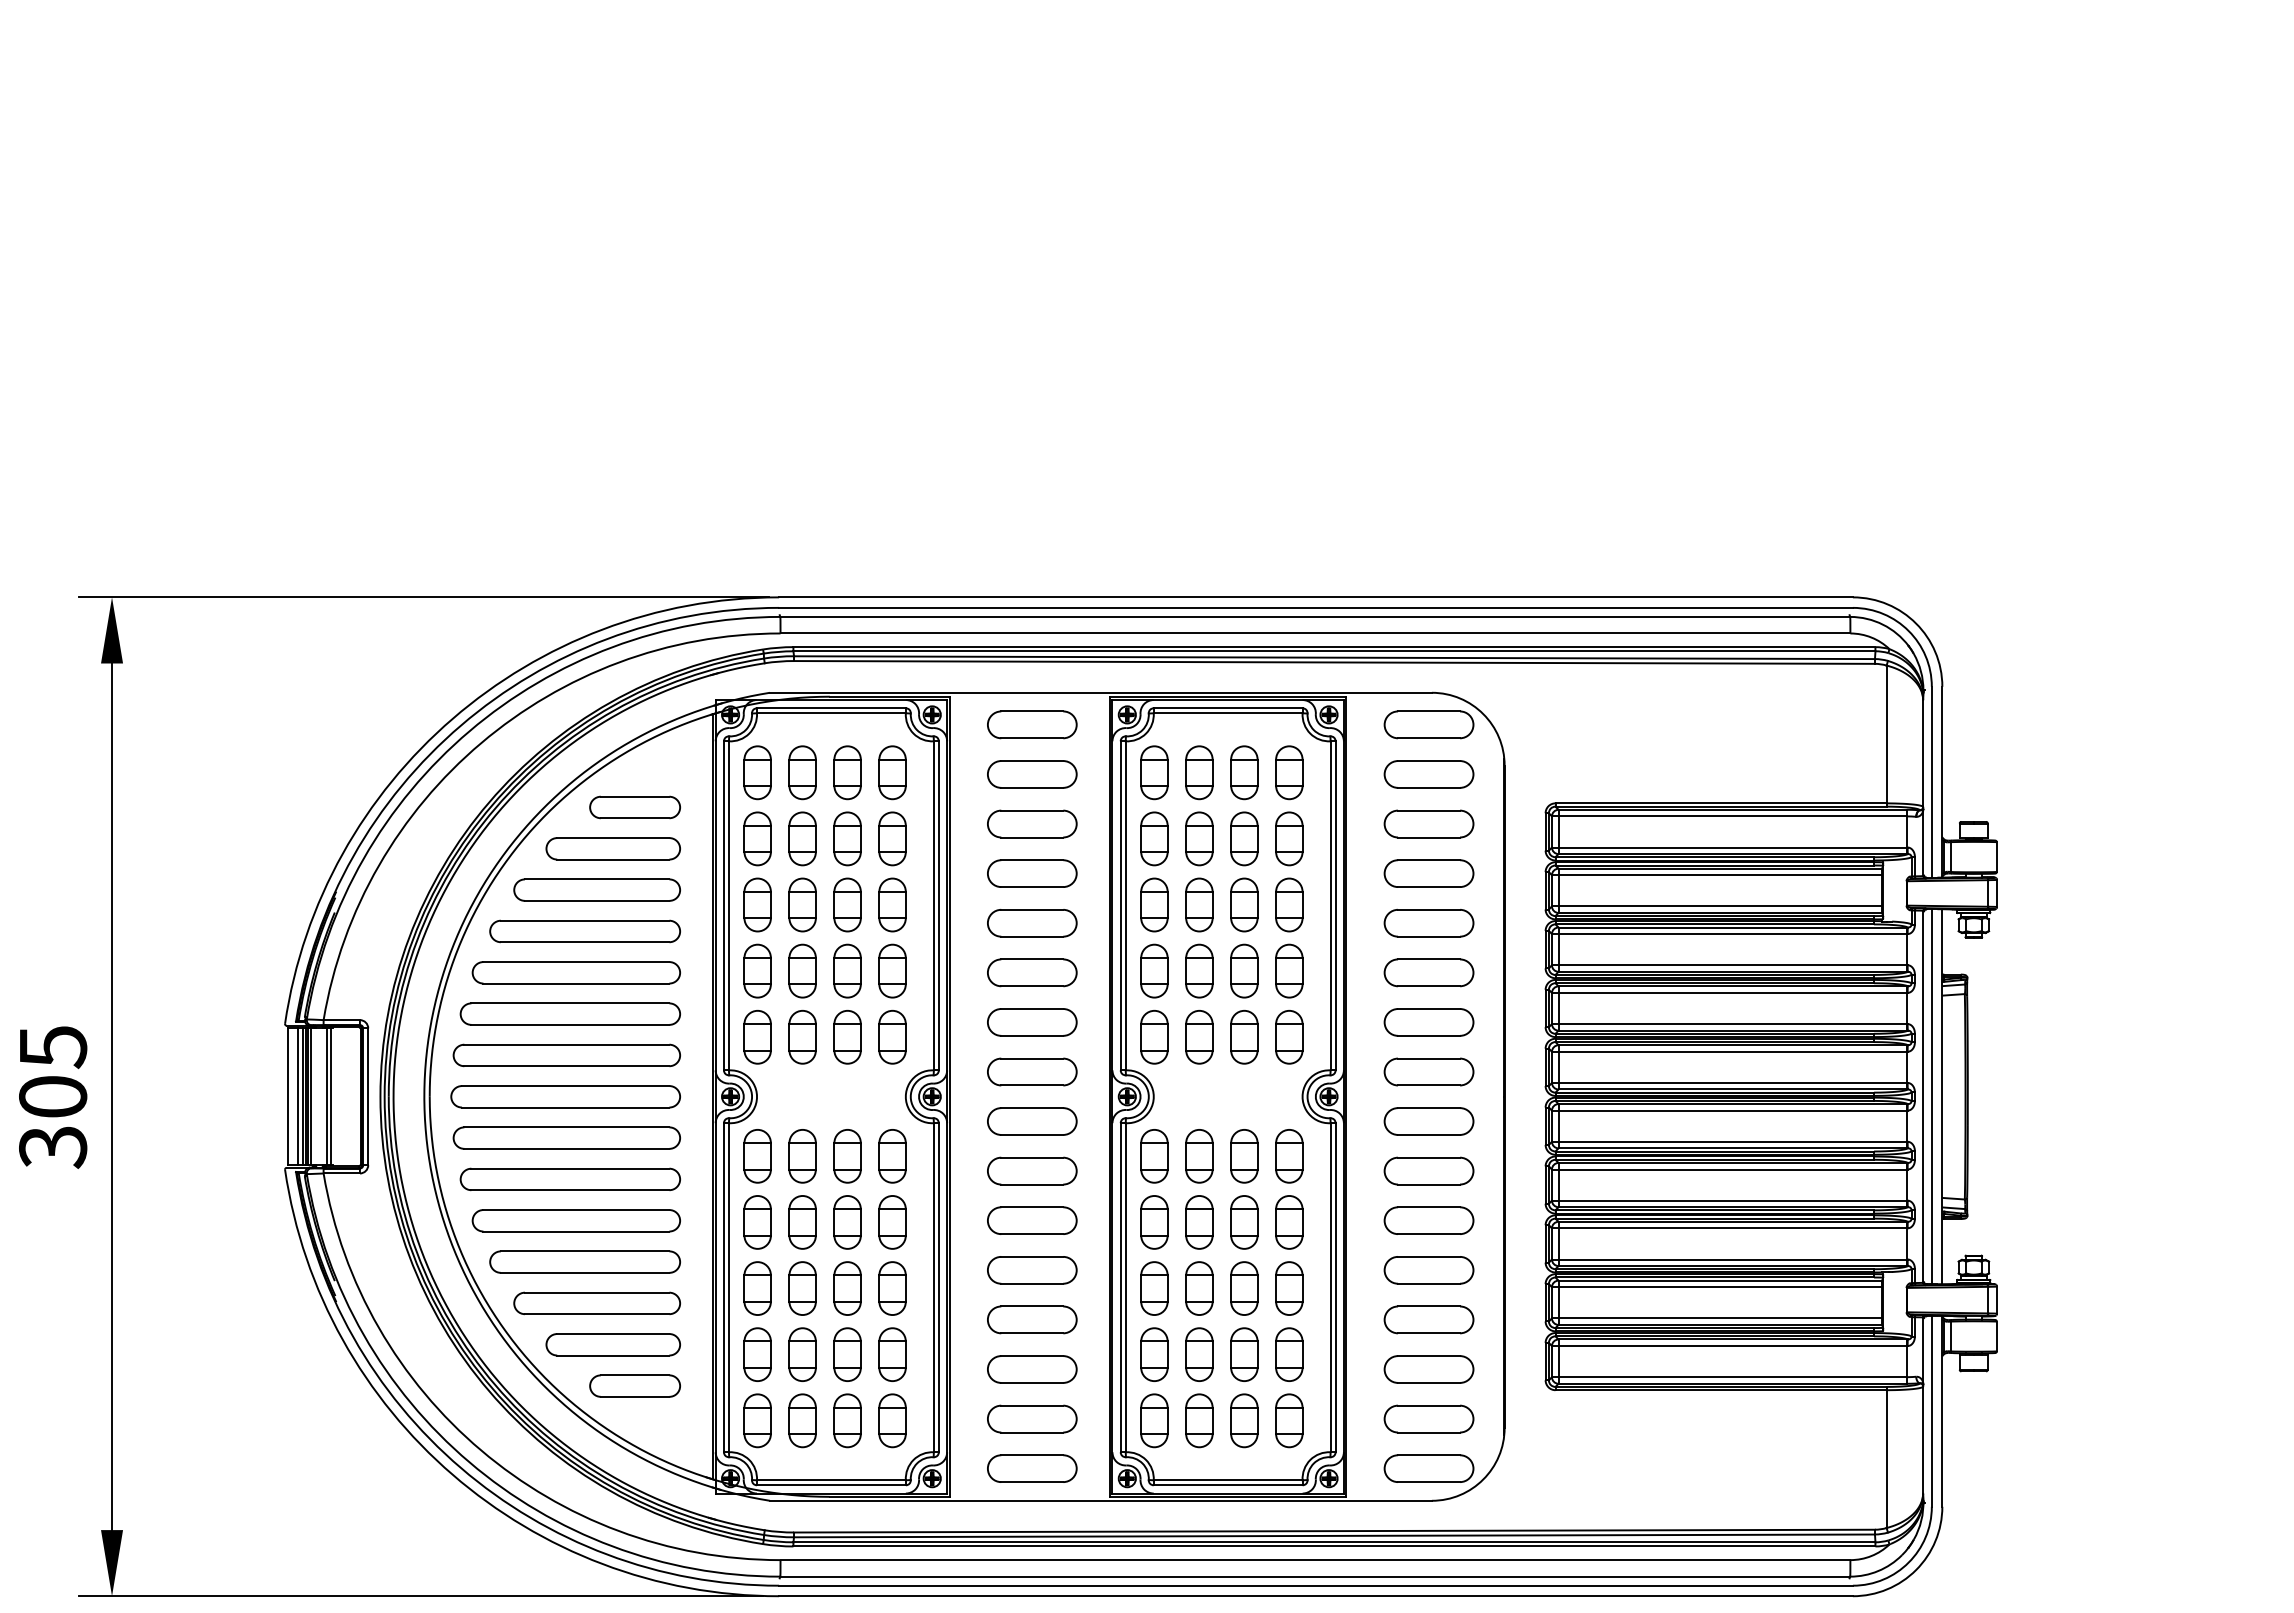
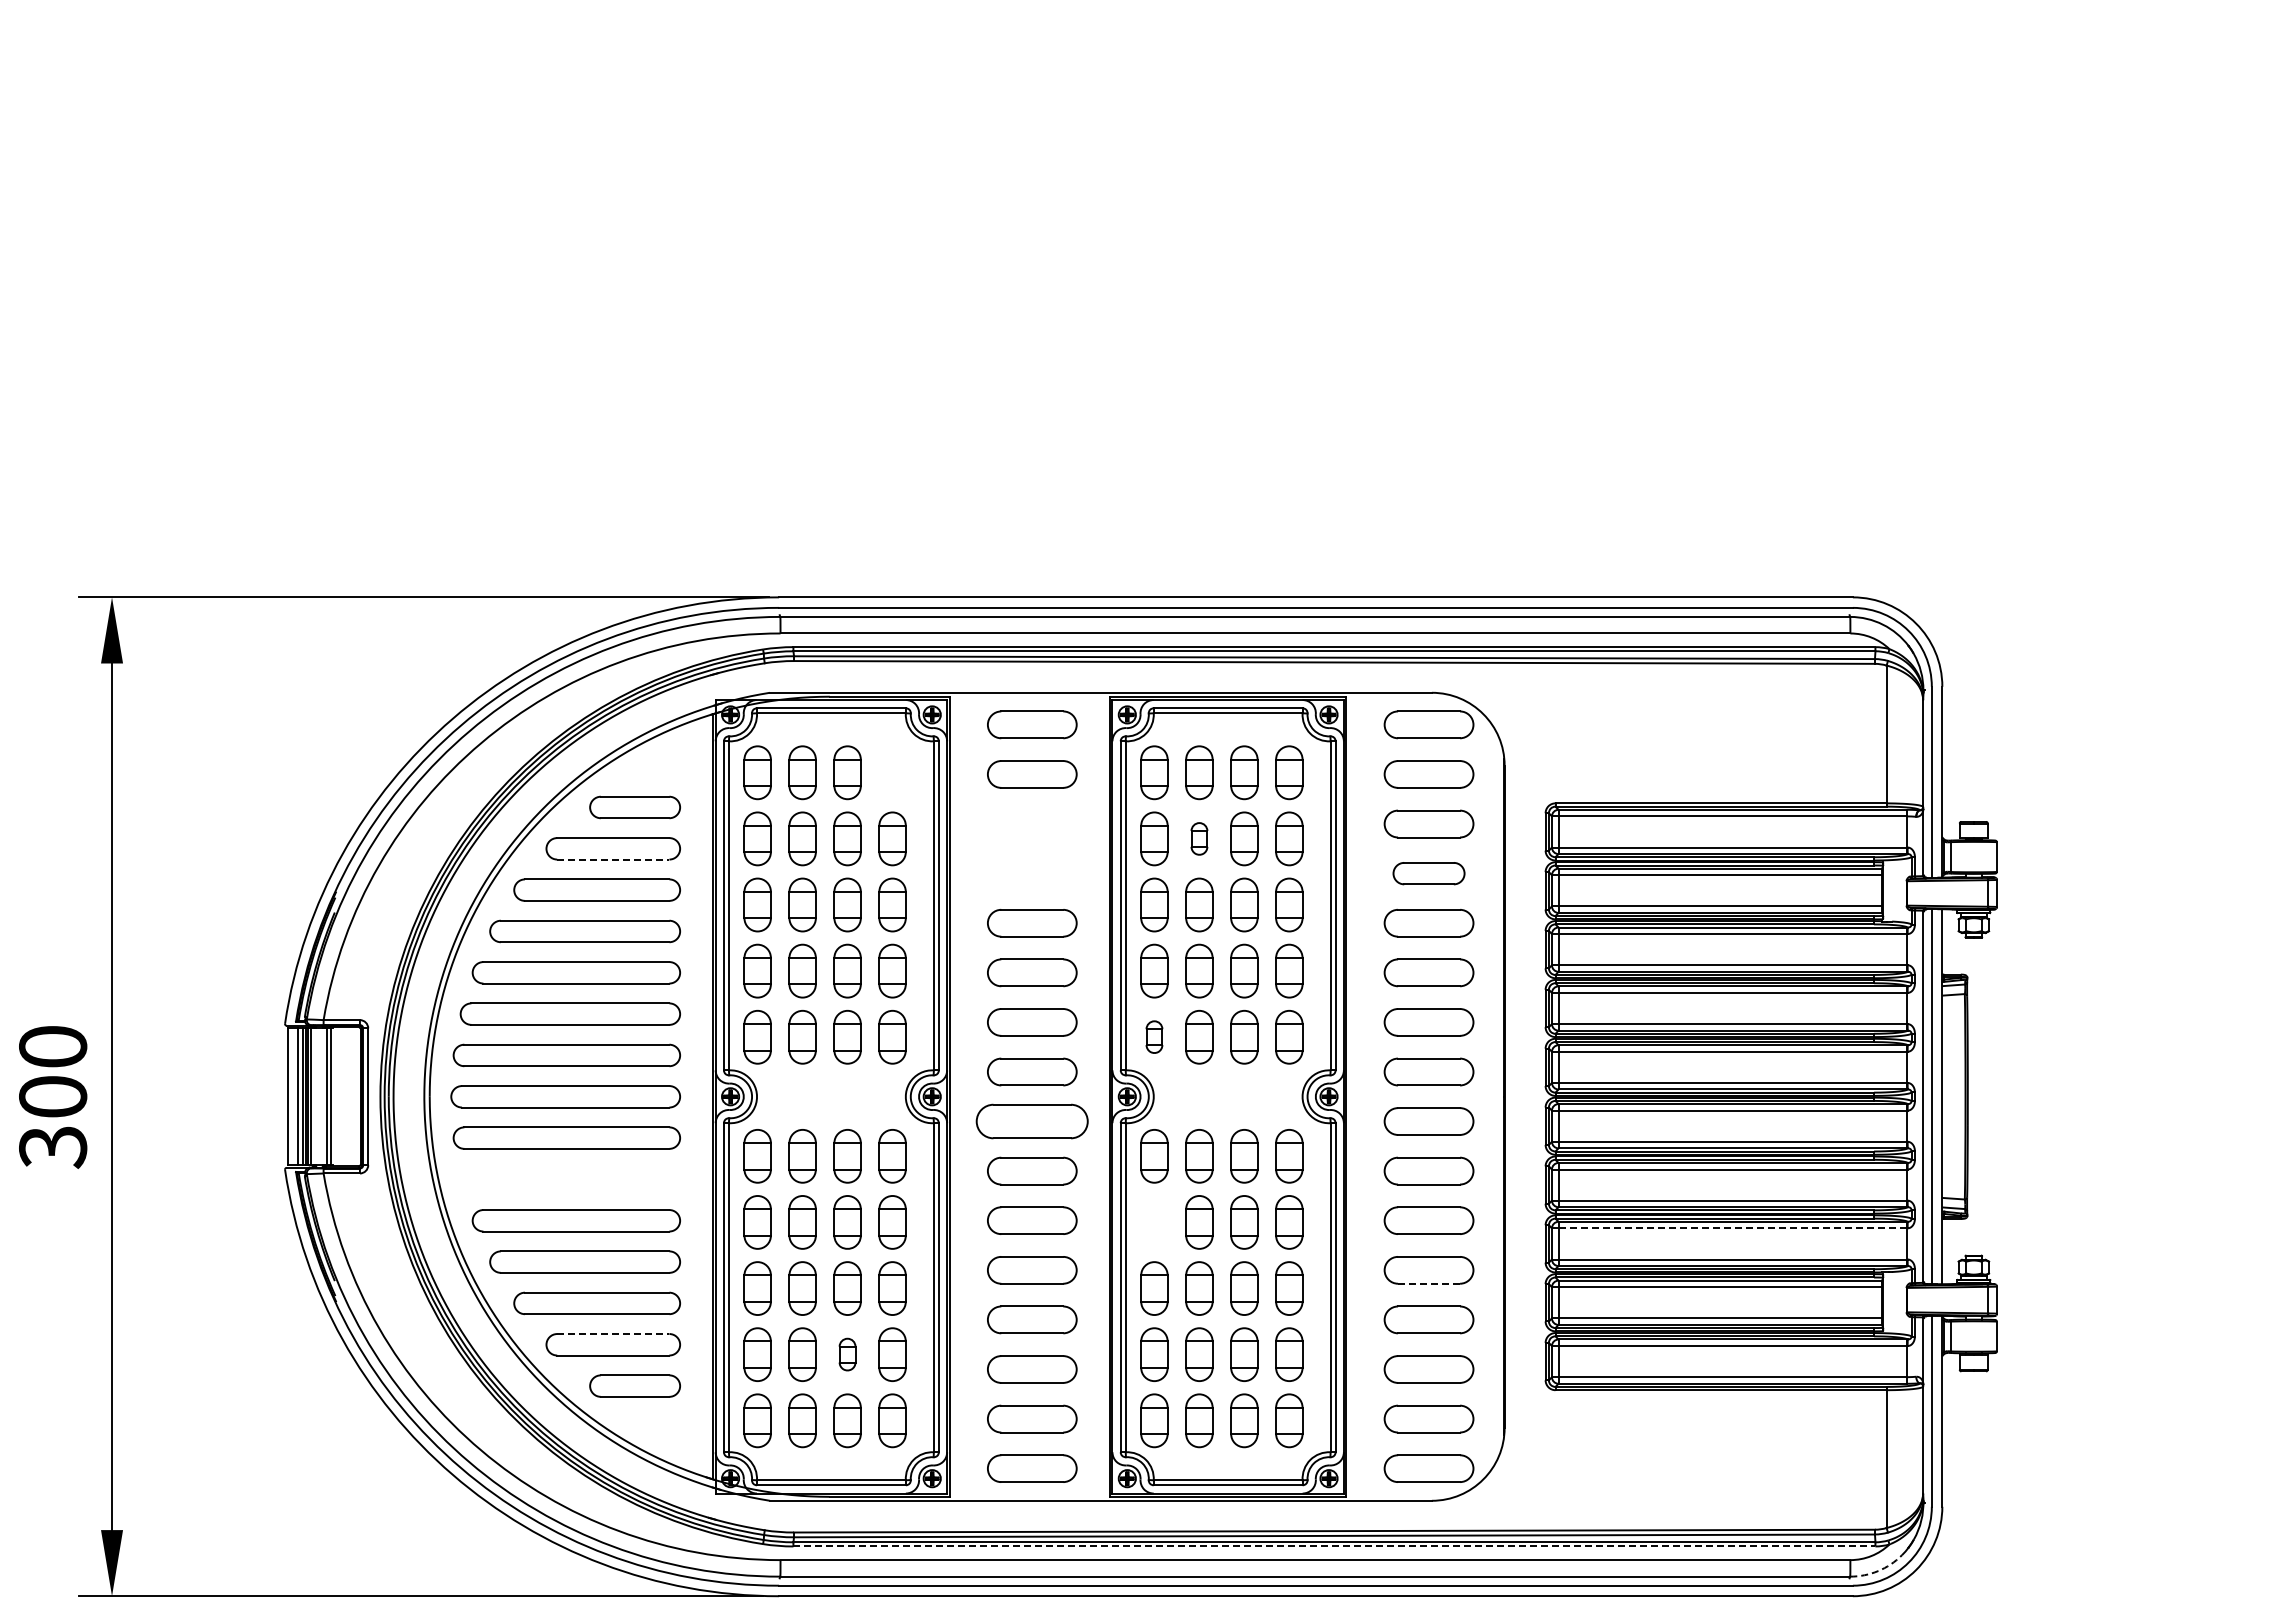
part at (892, 772): present -> none
part at (1032, 823): present -> none
part at (1199, 838) size: 29x56 px -> 19x34 px
line at (613, 859): solid -> dashed
part at (1032, 873): present -> none
part at (1428, 873) size: 92x29 px -> 74x24 px
part at (1154, 1036) size: 29x56 px -> 19x34 px
text at (53, 1047): 305 -> 300
part at (1032, 1121) size: 91x29 px -> 114x37 px
part at (569, 1179): present -> none
part at (1154, 1222): present -> none
line at (1733, 1228): solid -> dashed
line at (1429, 1283): solid -> dashed
line at (613, 1334): solid -> dashed
part at (847, 1354) size: 29x55 px -> 19x35 px
line at (1334, 1546): solid -> dashed
arc at (1878, 1571): solid -> dashed
